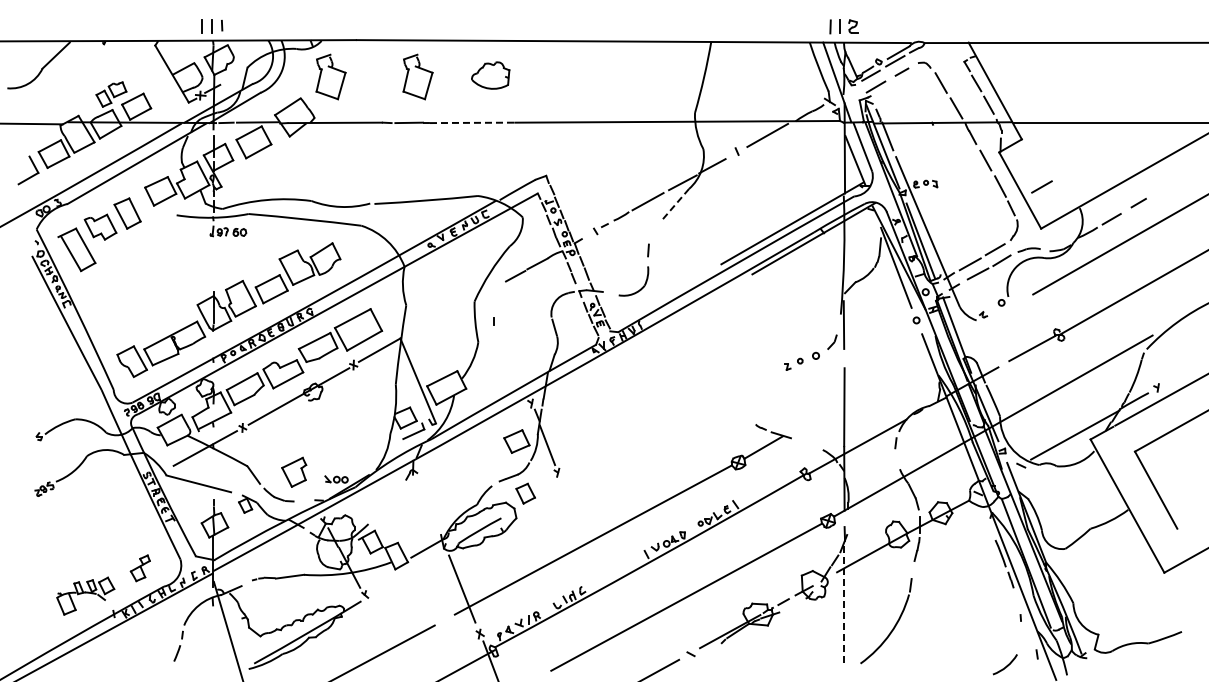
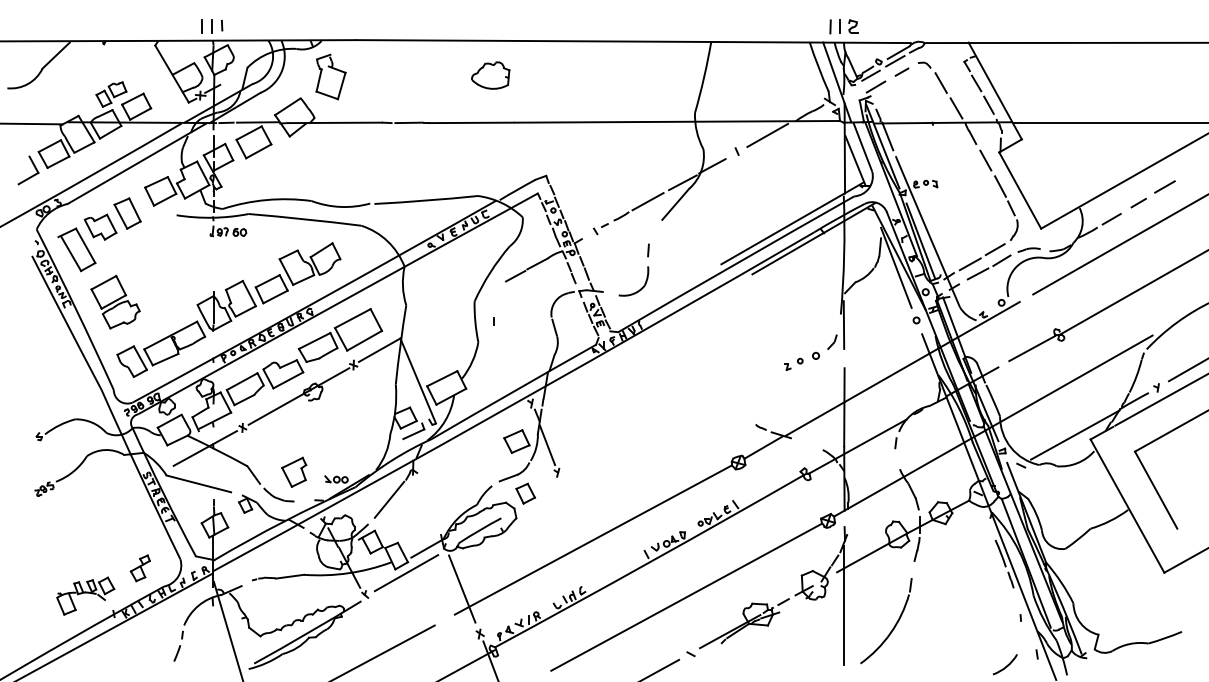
part at (417, 76): present -> none
line at (471, 122): dashed -> solid
line at (1041, 186) position: (1041, 186) -> (1164, 186)
line at (675, 204): dashed -> solid
part at (115, 301): none -> present
line at (902, 368): none -> present
line at (1186, 370): none -> present
line at (389, 499): none -> present
line at (406, 573): none -> present
line at (844, 605): dashed -> solid
